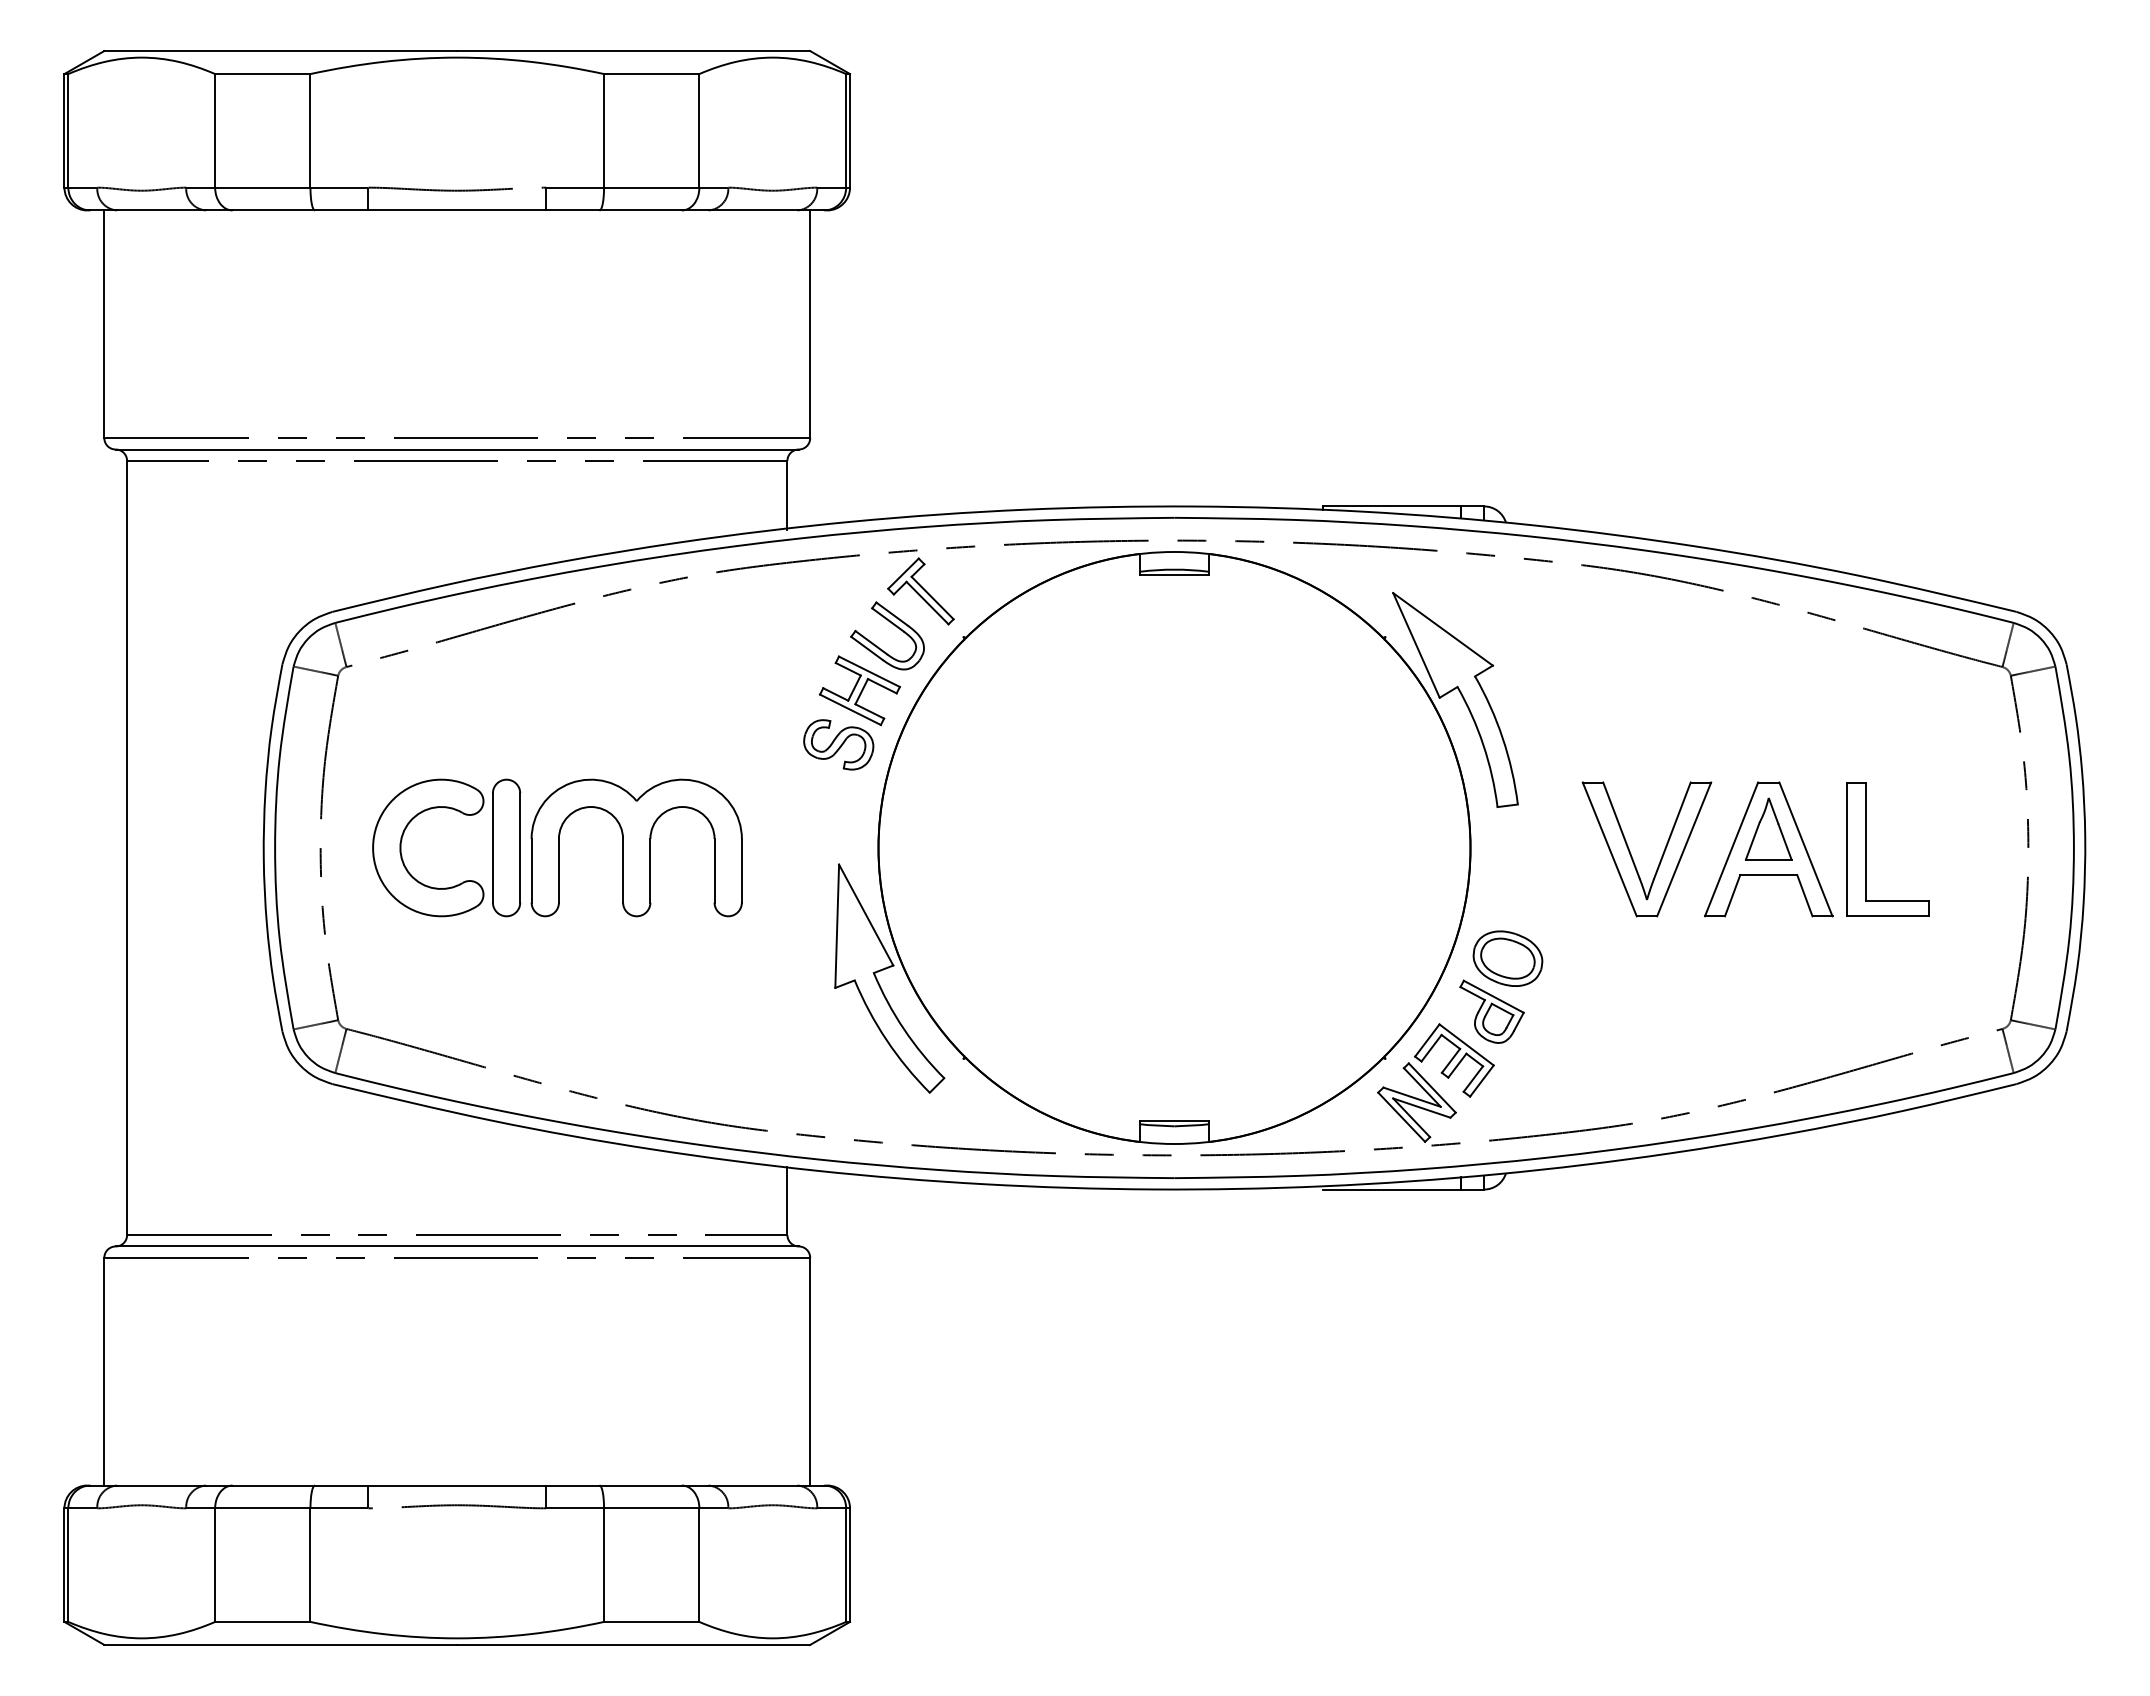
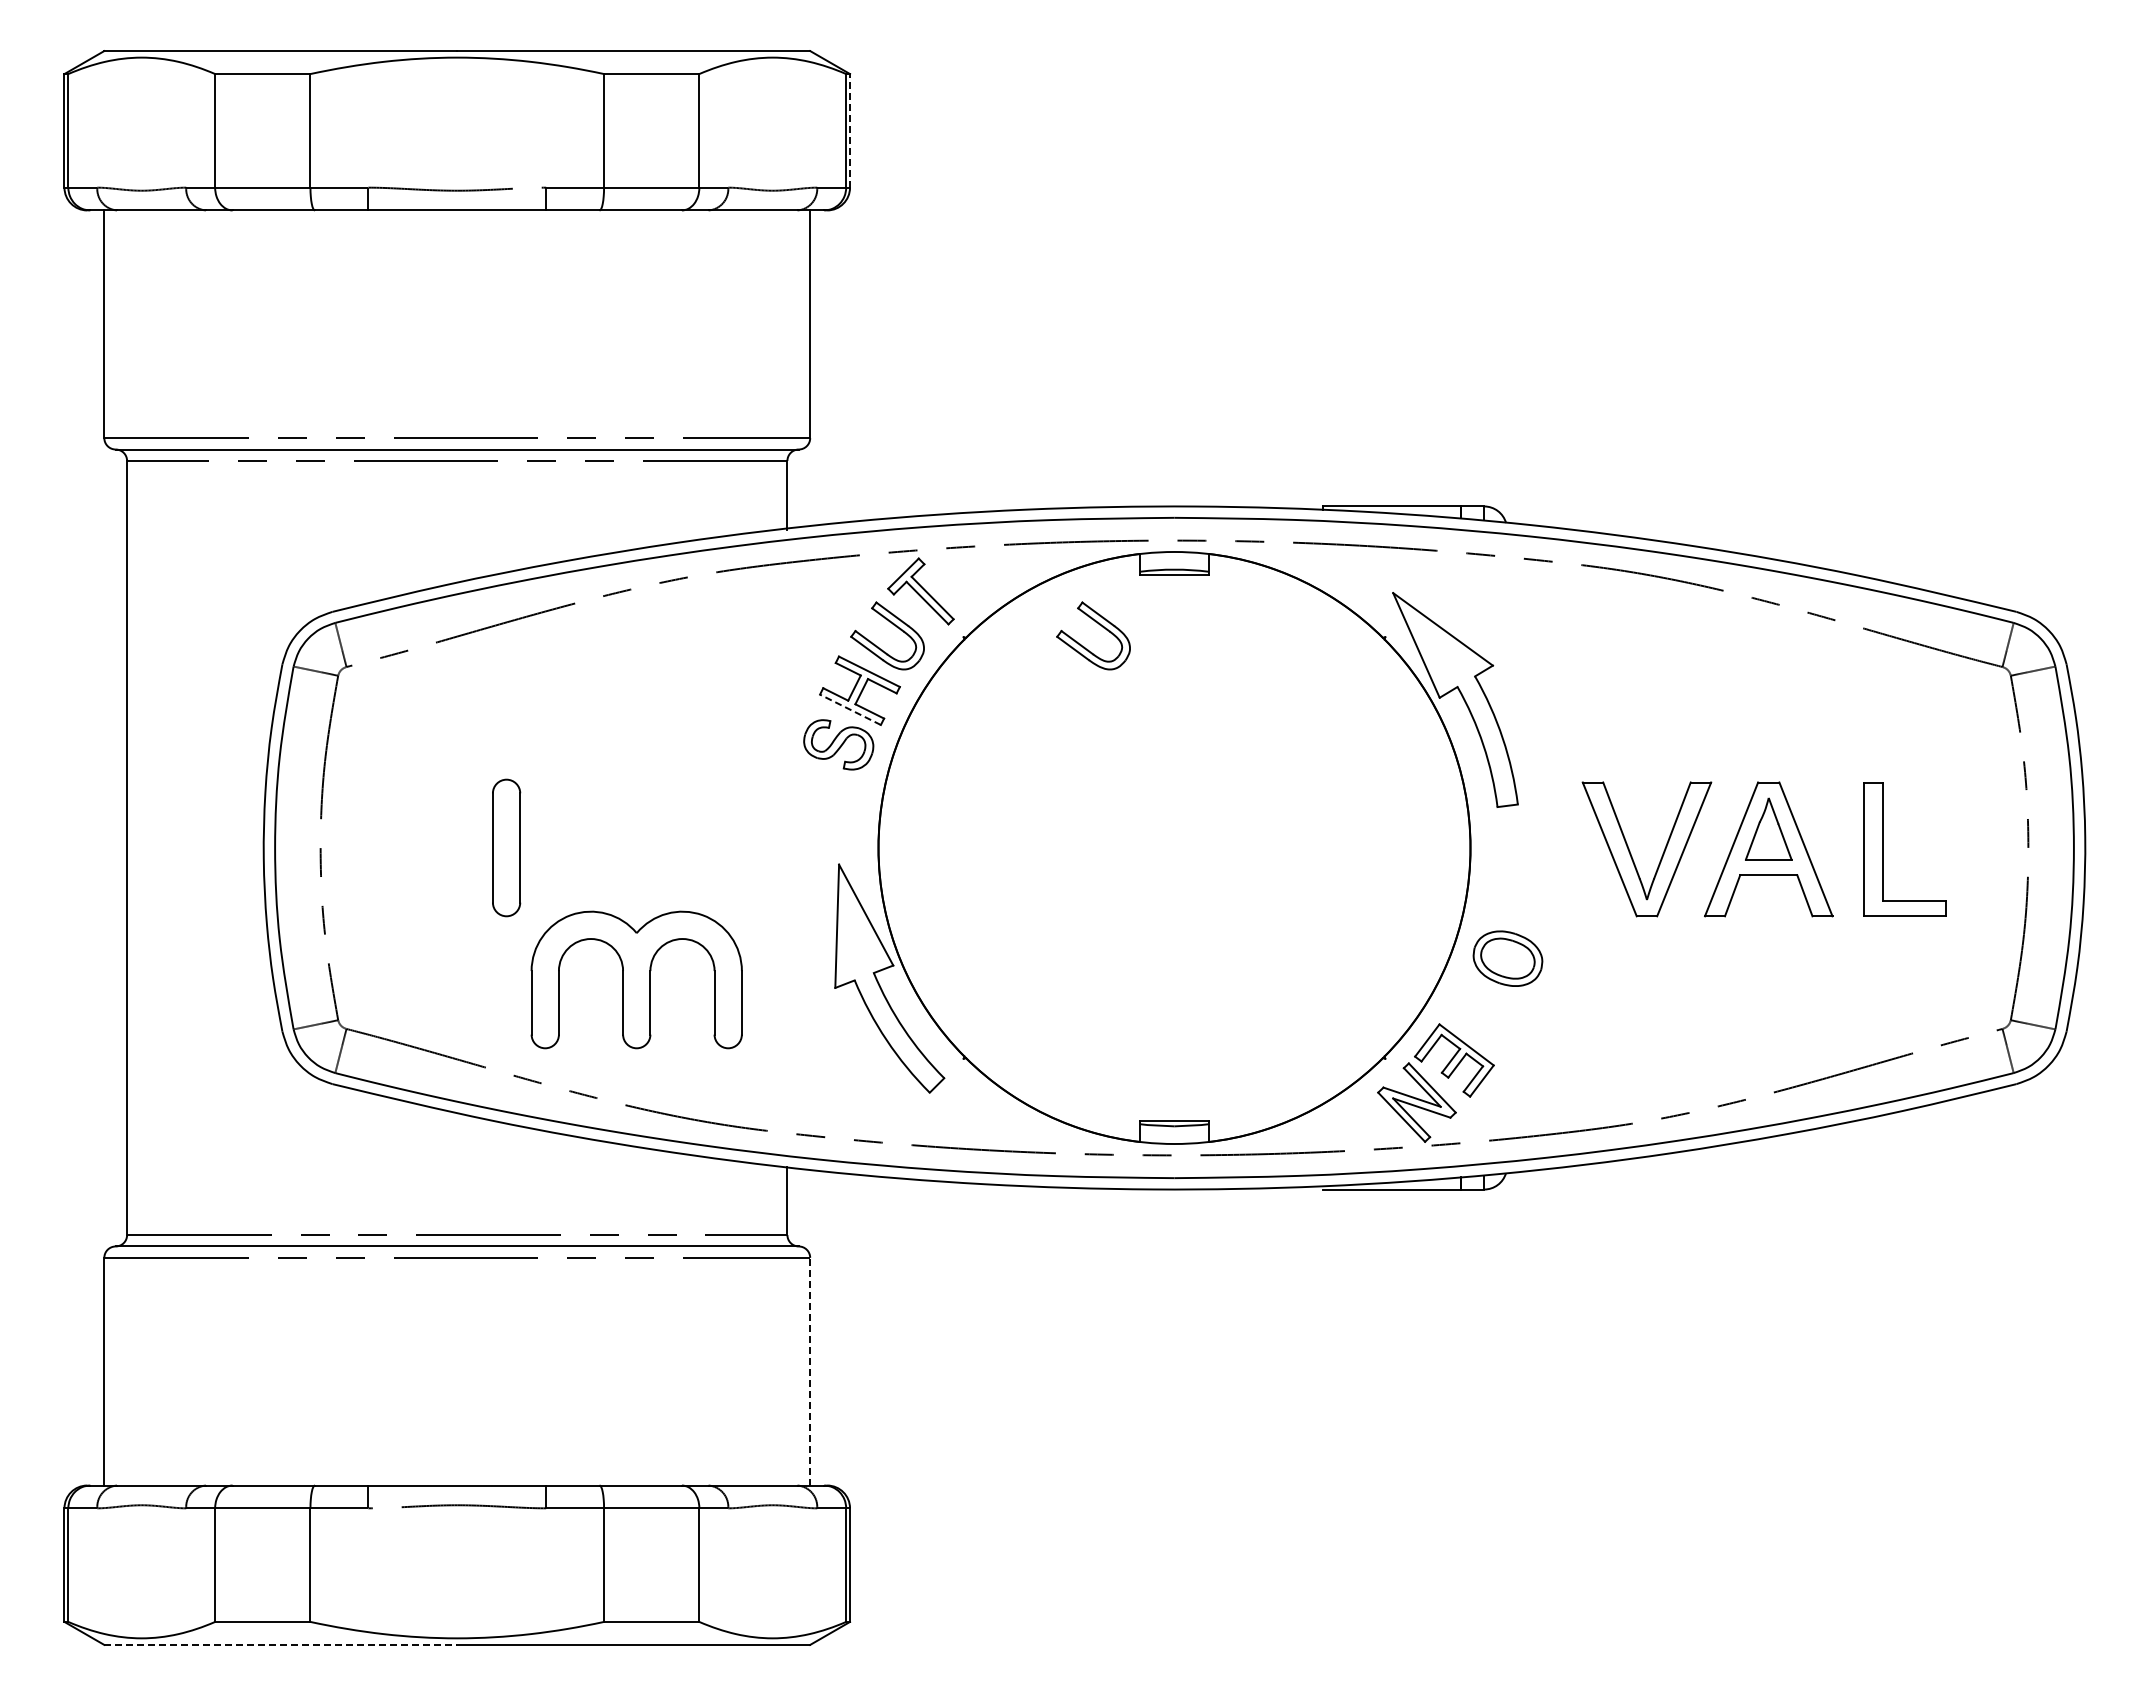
line at (850, 130): solid -> dashed
part at (1099, 625): none -> present
line at (850, 709): solid -> dashed
part at (402, 840): present -> none
part at (636, 847) position: (636, 847) -> (636, 979)
part at (1866, 849) position: (1866, 849) -> (1883, 849)
part at (1491, 1011): present -> none
line at (810, 1371): solid -> dashed
line at (281, 1644): solid -> dashed
